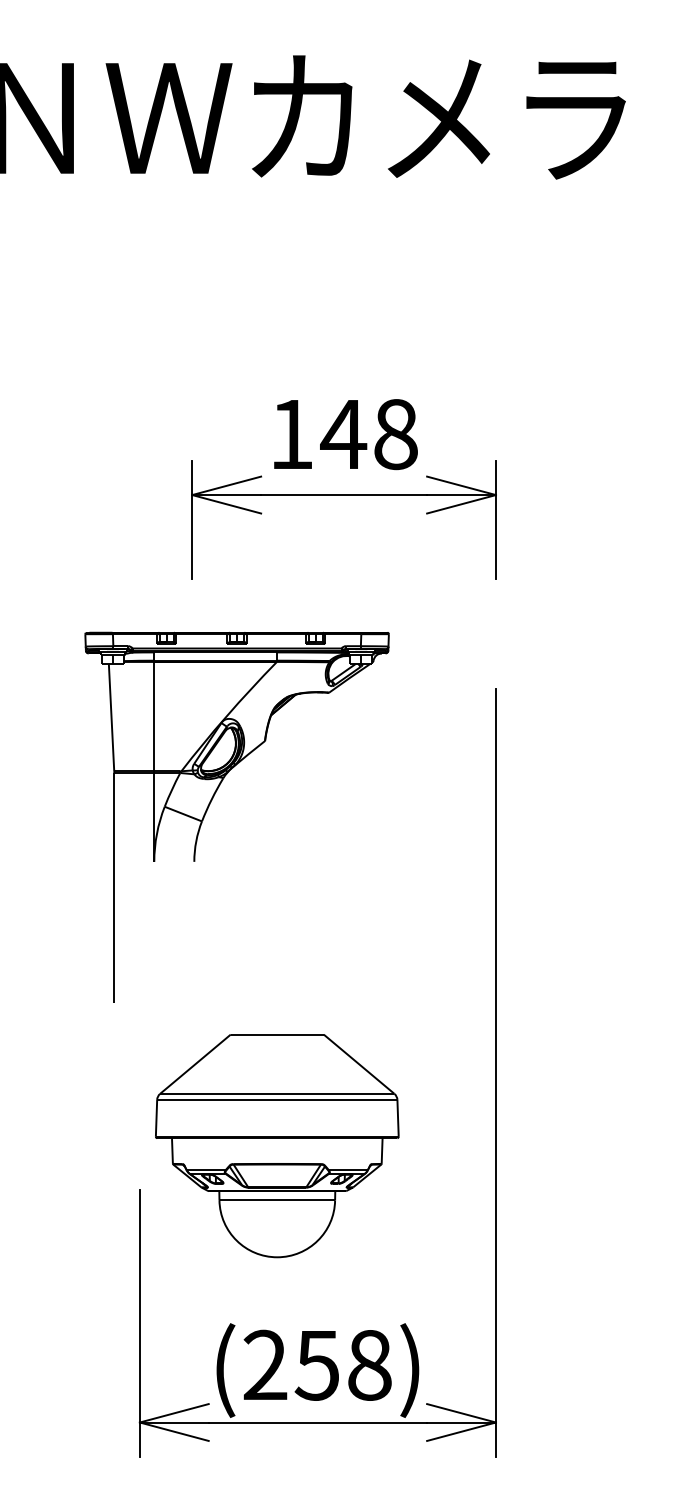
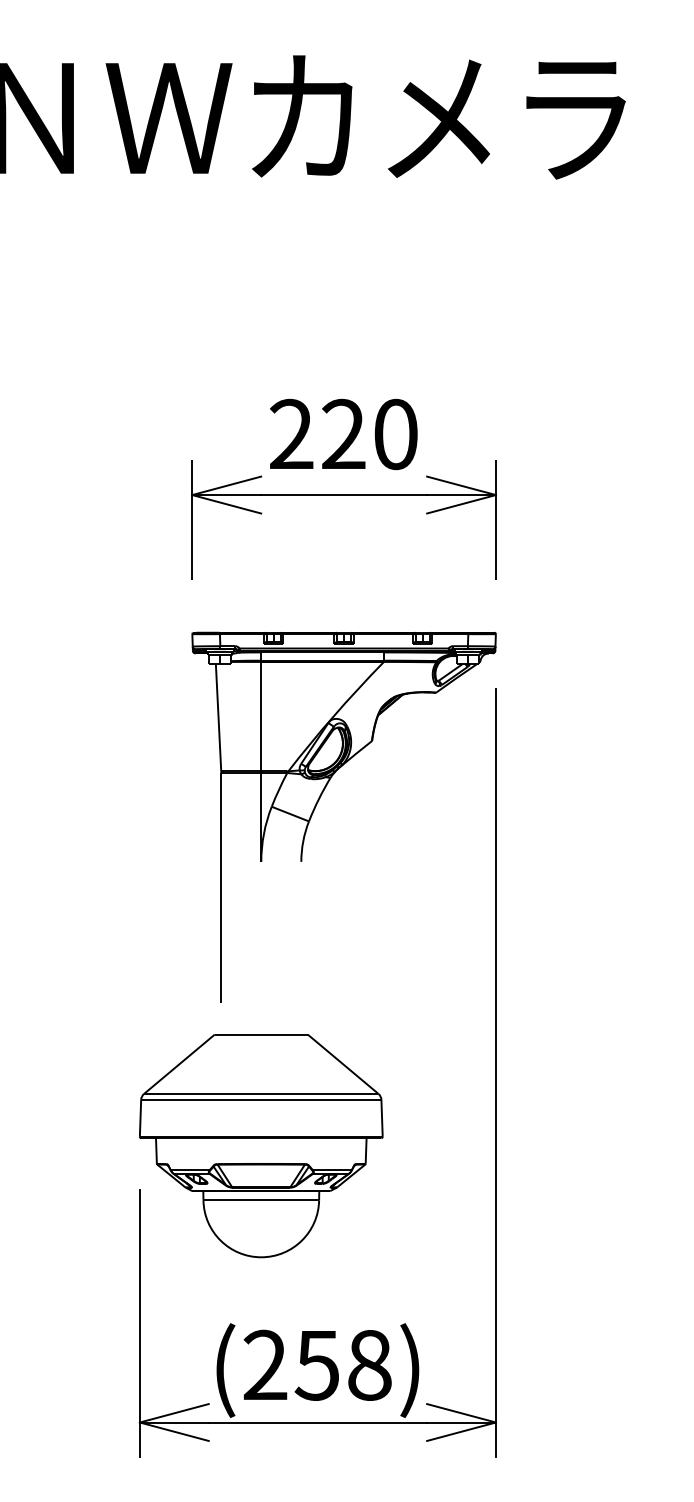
text at (343, 433): 148 -> 220
part at (210, 804) position: (210, 804) -> (317, 804)
part at (277, 1146) position: (277, 1146) -> (261, 1146)
